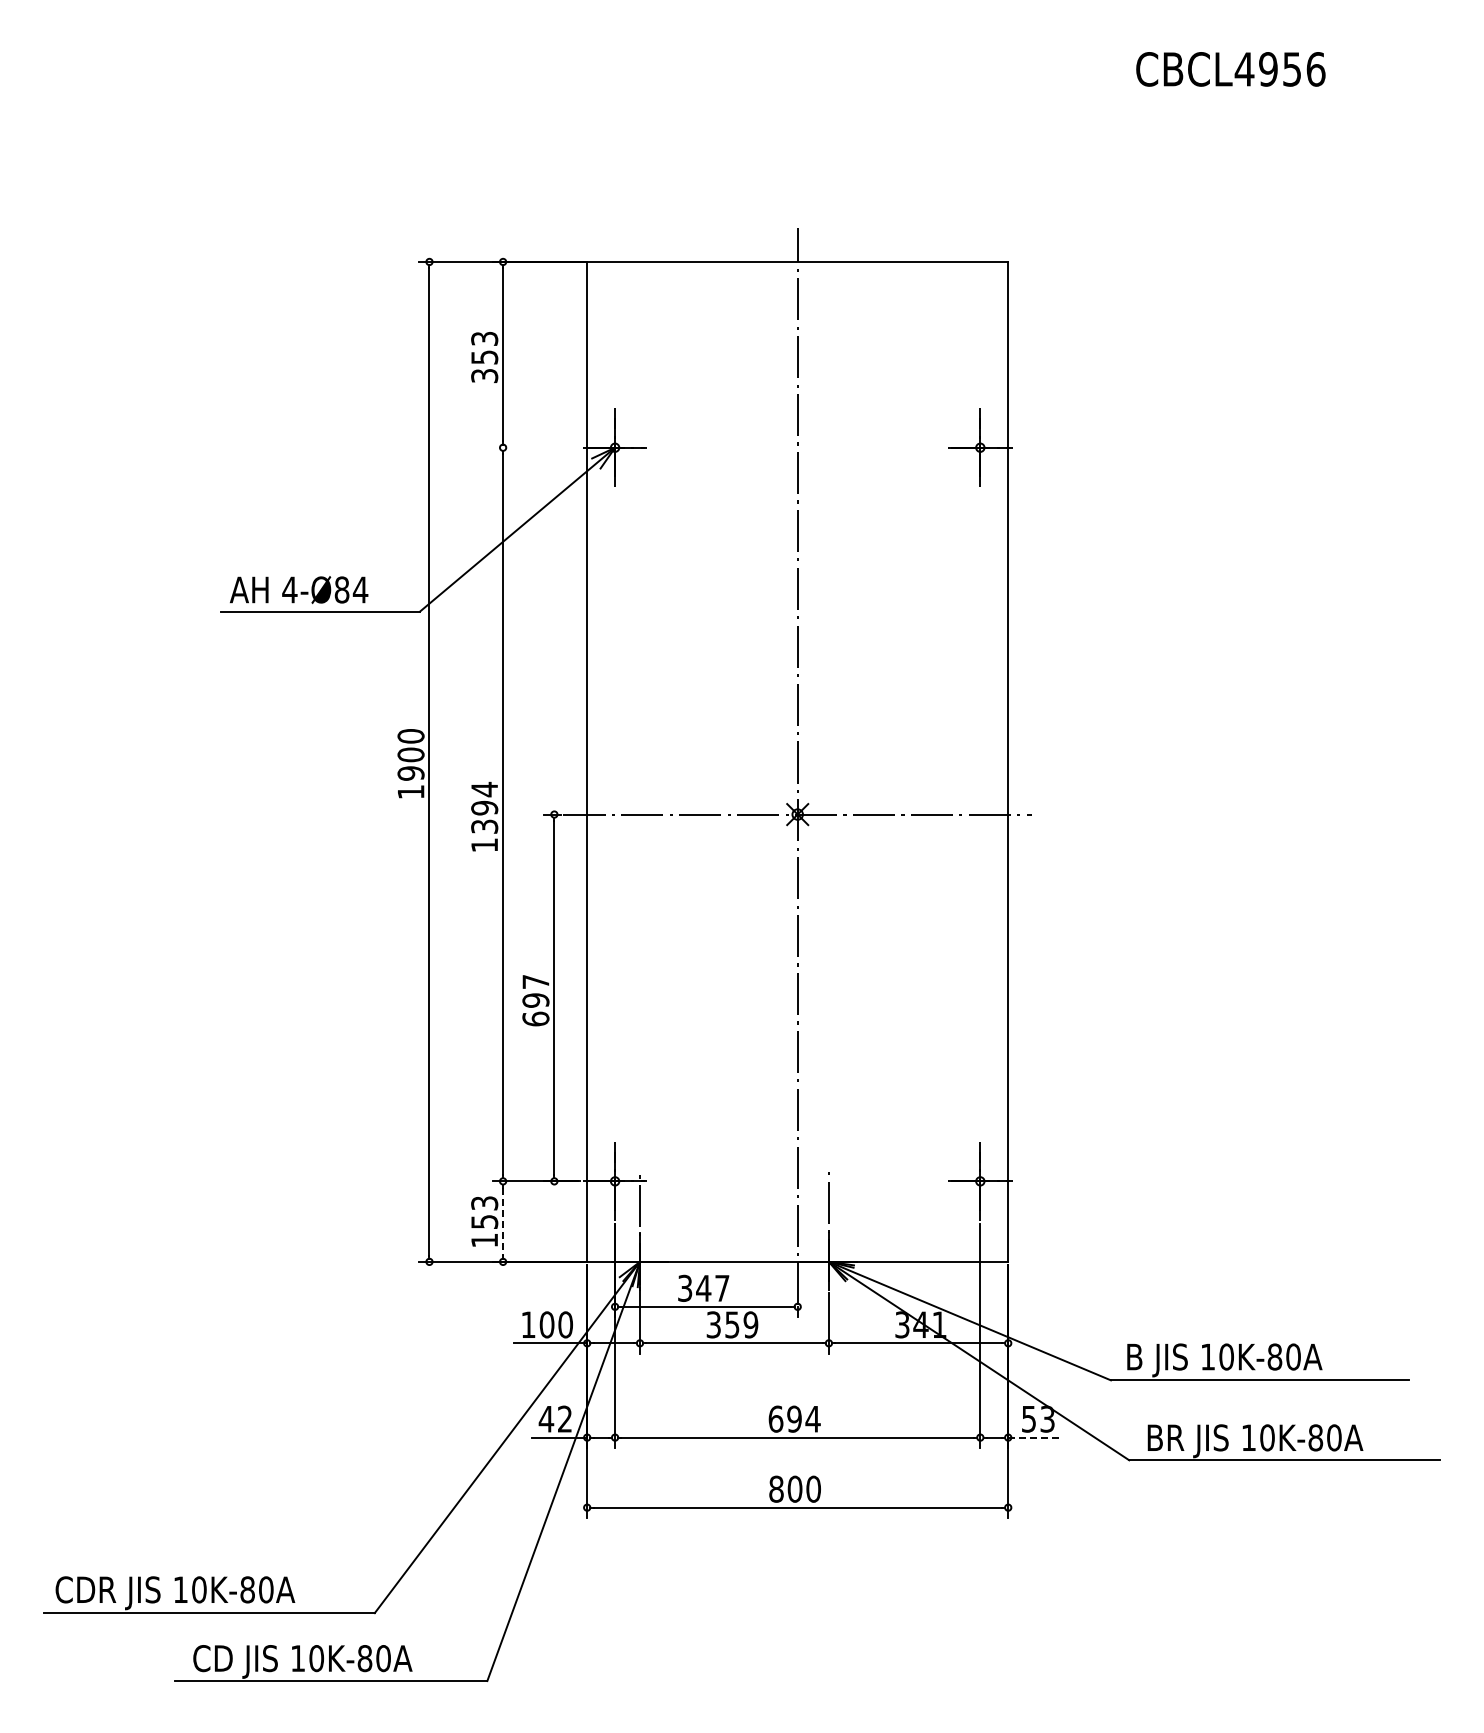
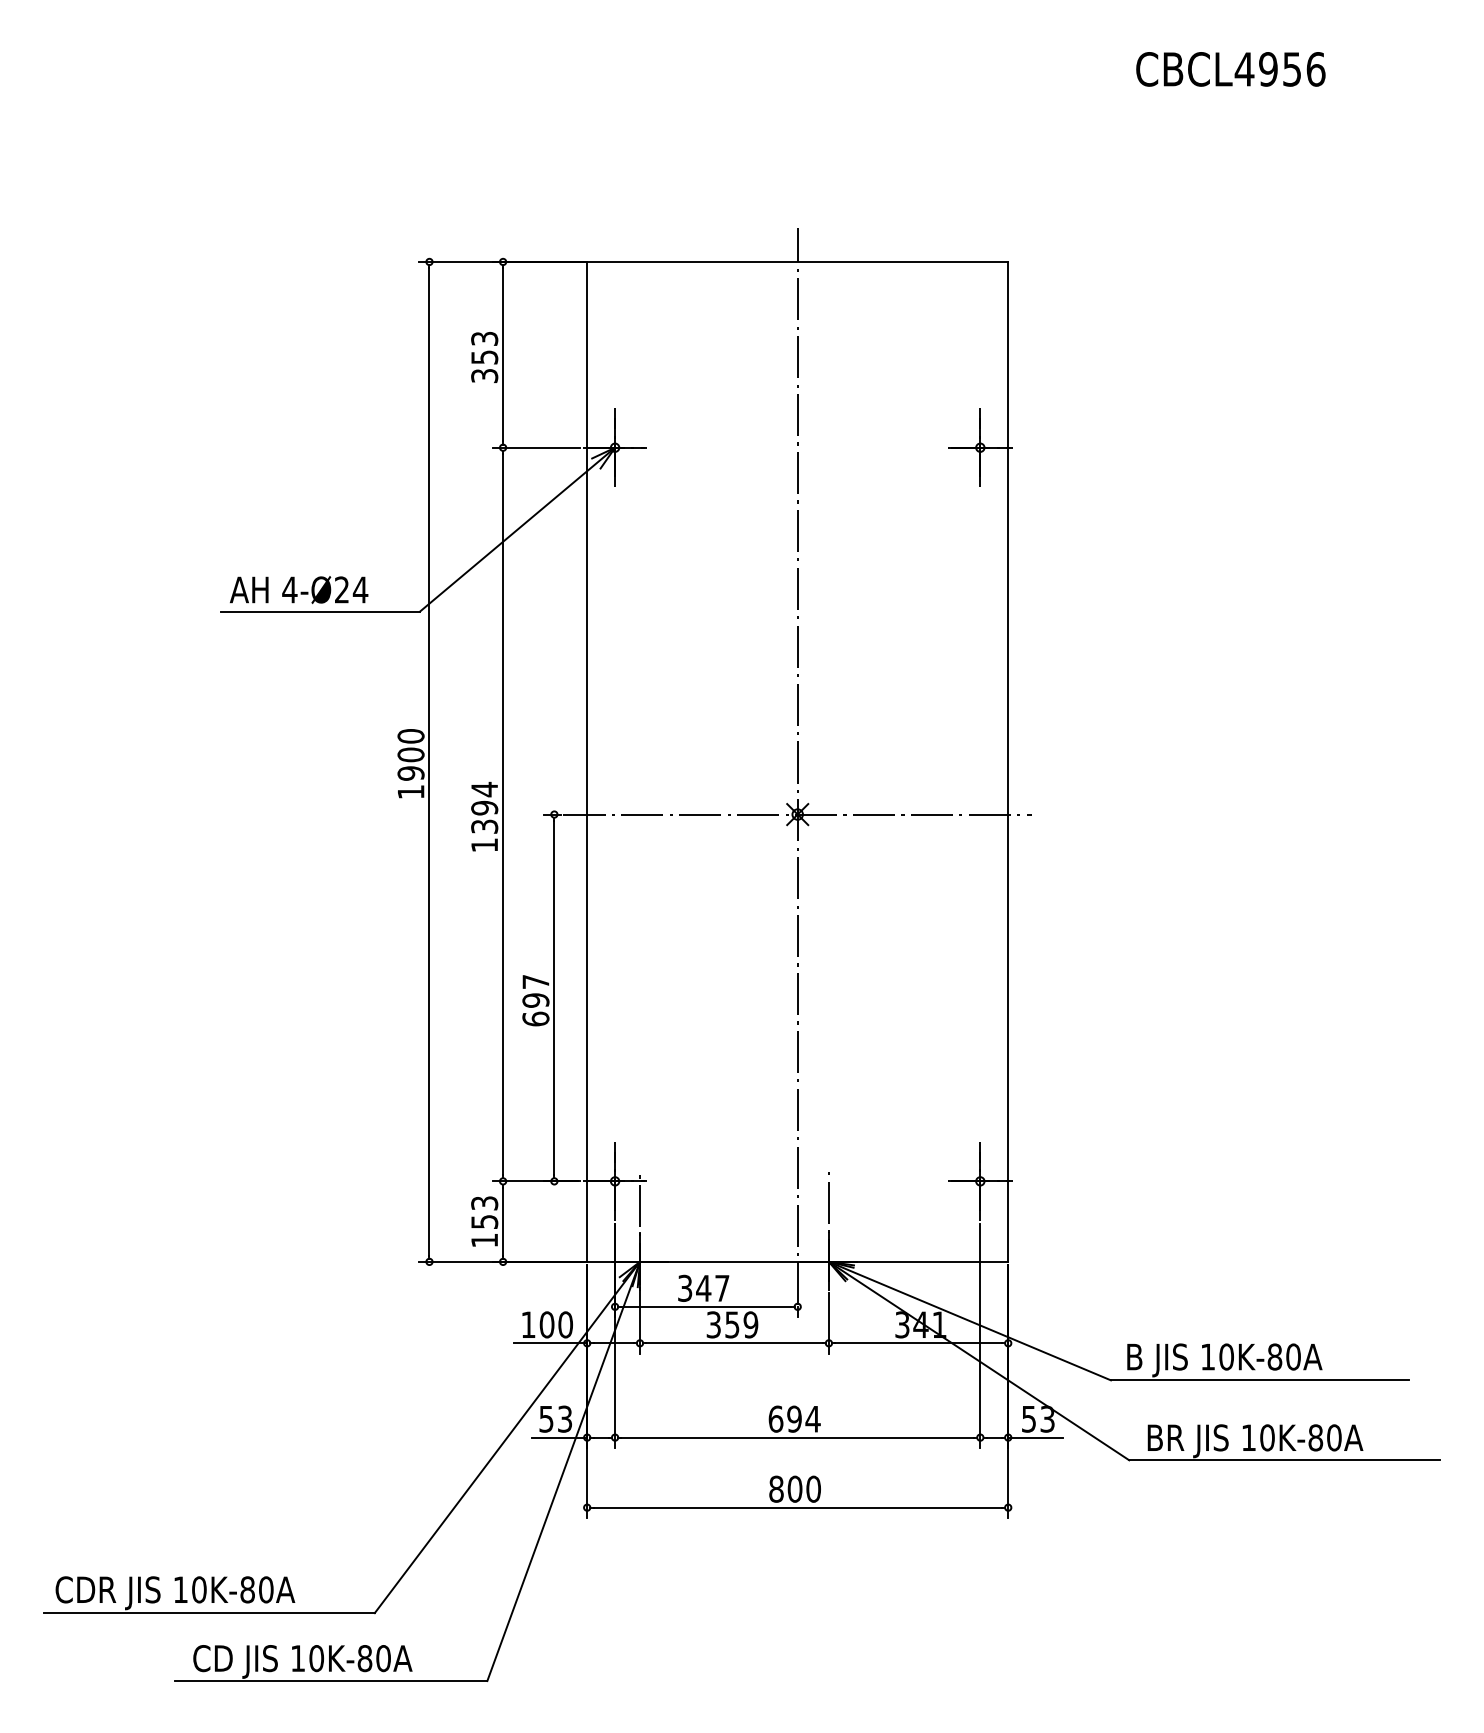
line at (536, 447): none -> present
text at (341, 589): 4-Ø84 -> 4-Ø24
line at (503, 1221): dashed -> solid
text at (555, 1418): 42 -> 53
line at (1035, 1437): dashed -> solid
